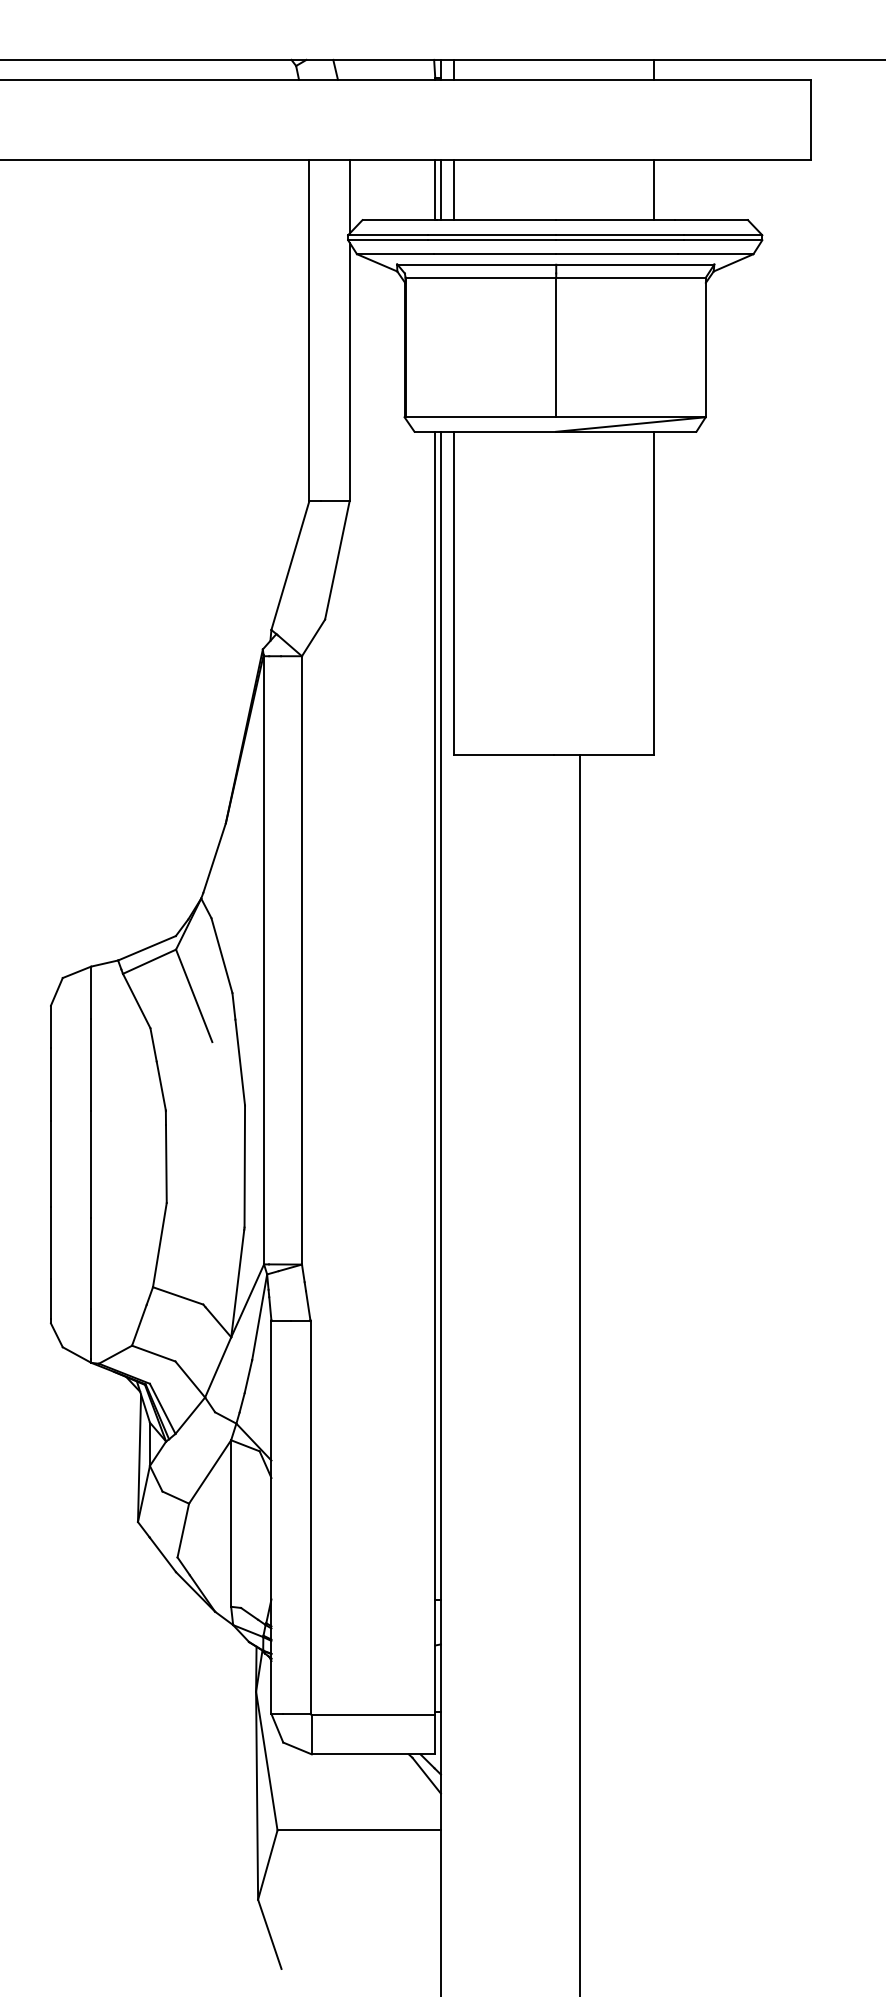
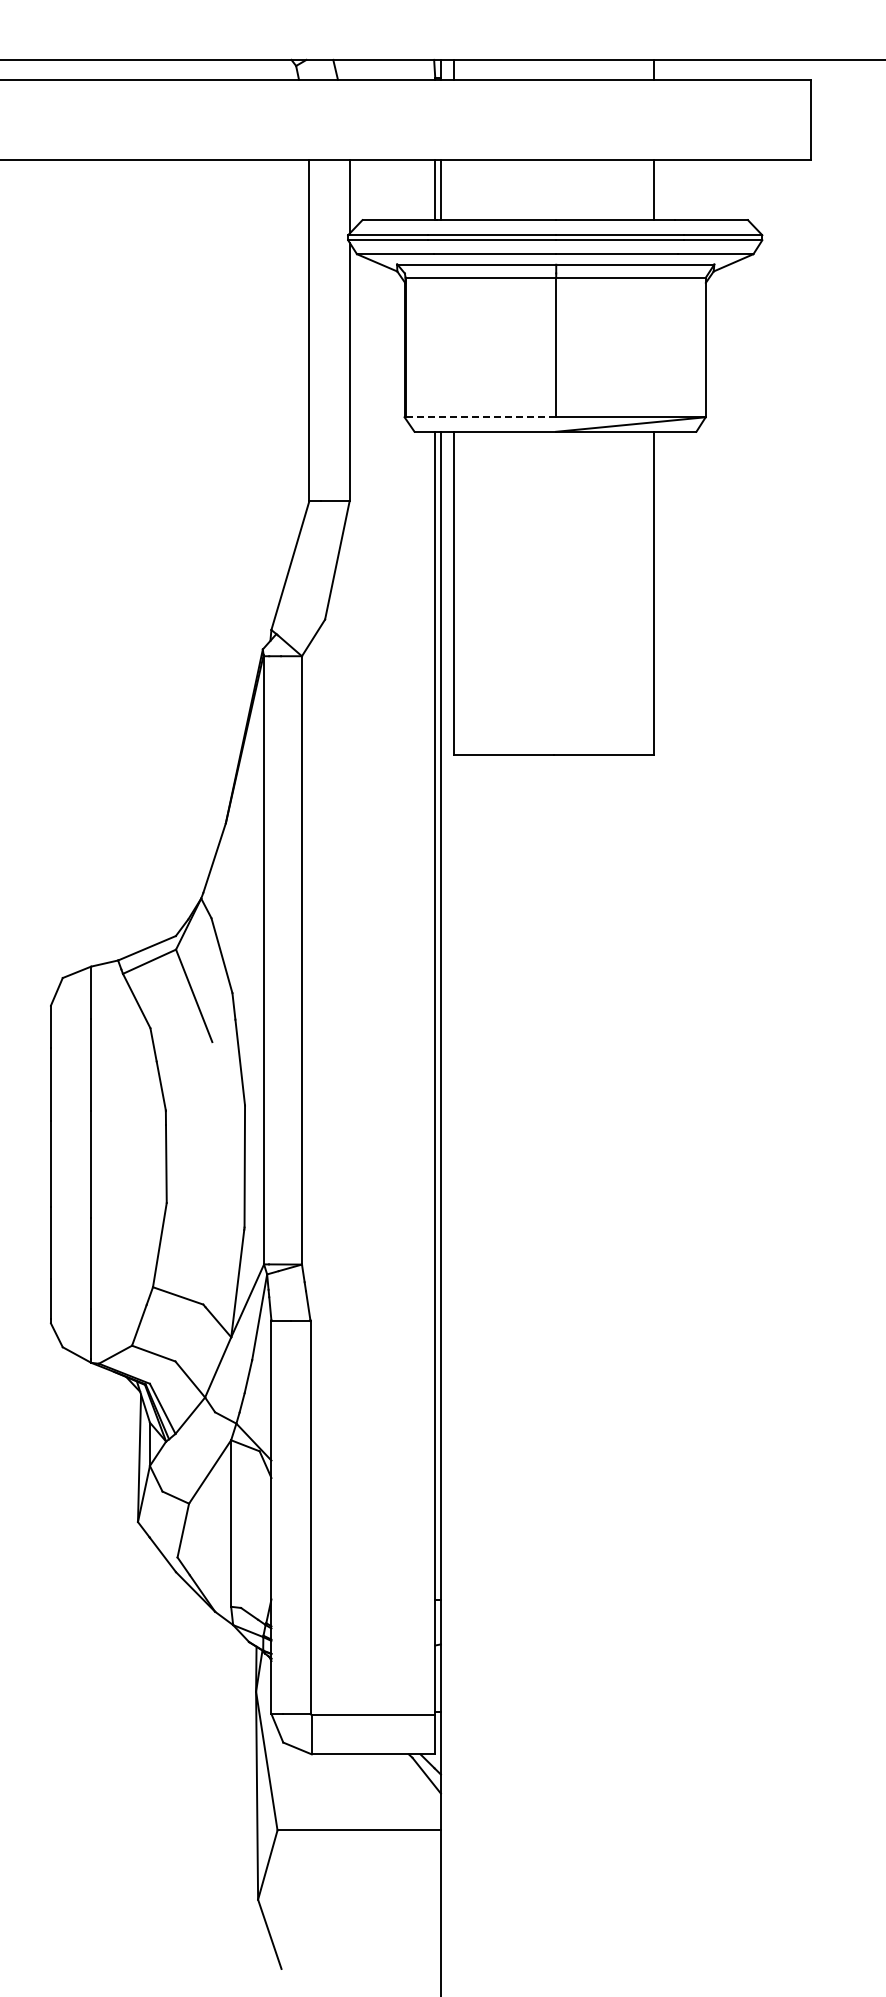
line at (453, 189): present -> none
line at (480, 417): solid -> dashed
line at (579, 1374): present -> none
